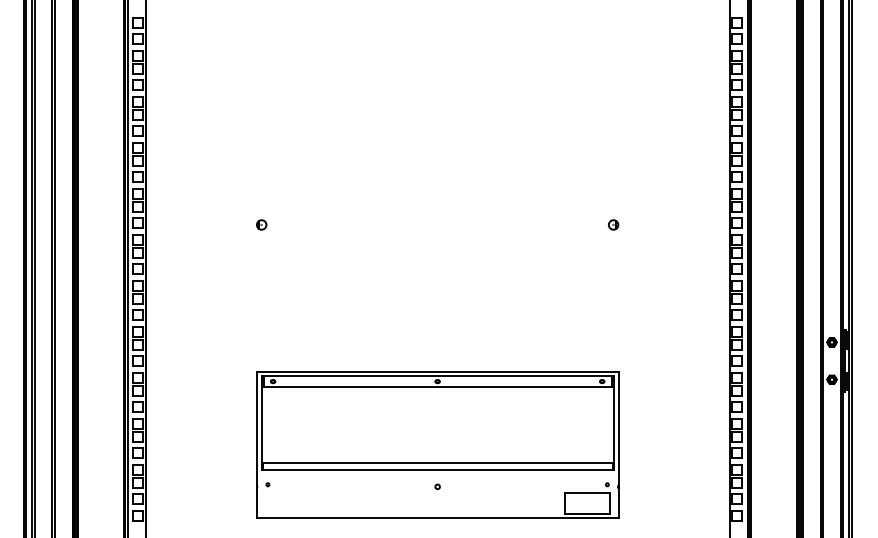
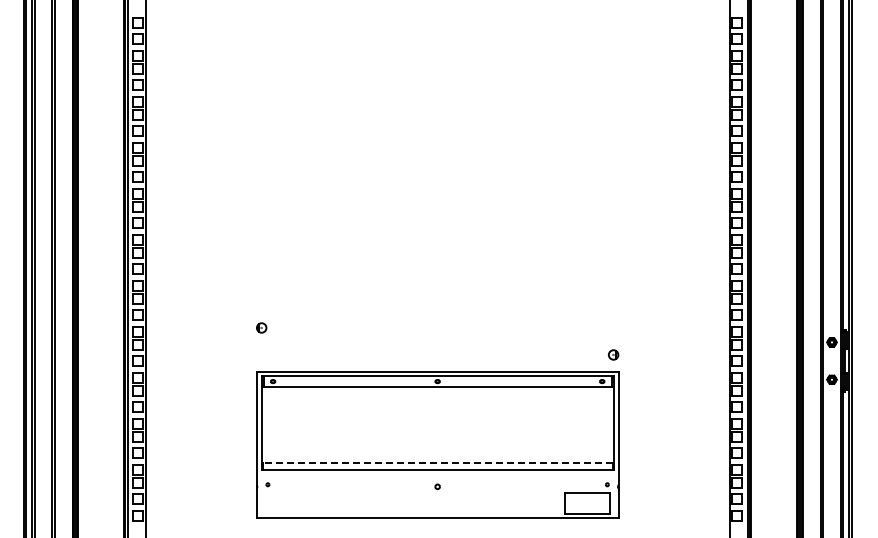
part at (261, 224) position: (261, 224) -> (261, 327)
part at (613, 224) position: (613, 224) -> (613, 354)
line at (437, 462): solid -> dashed
